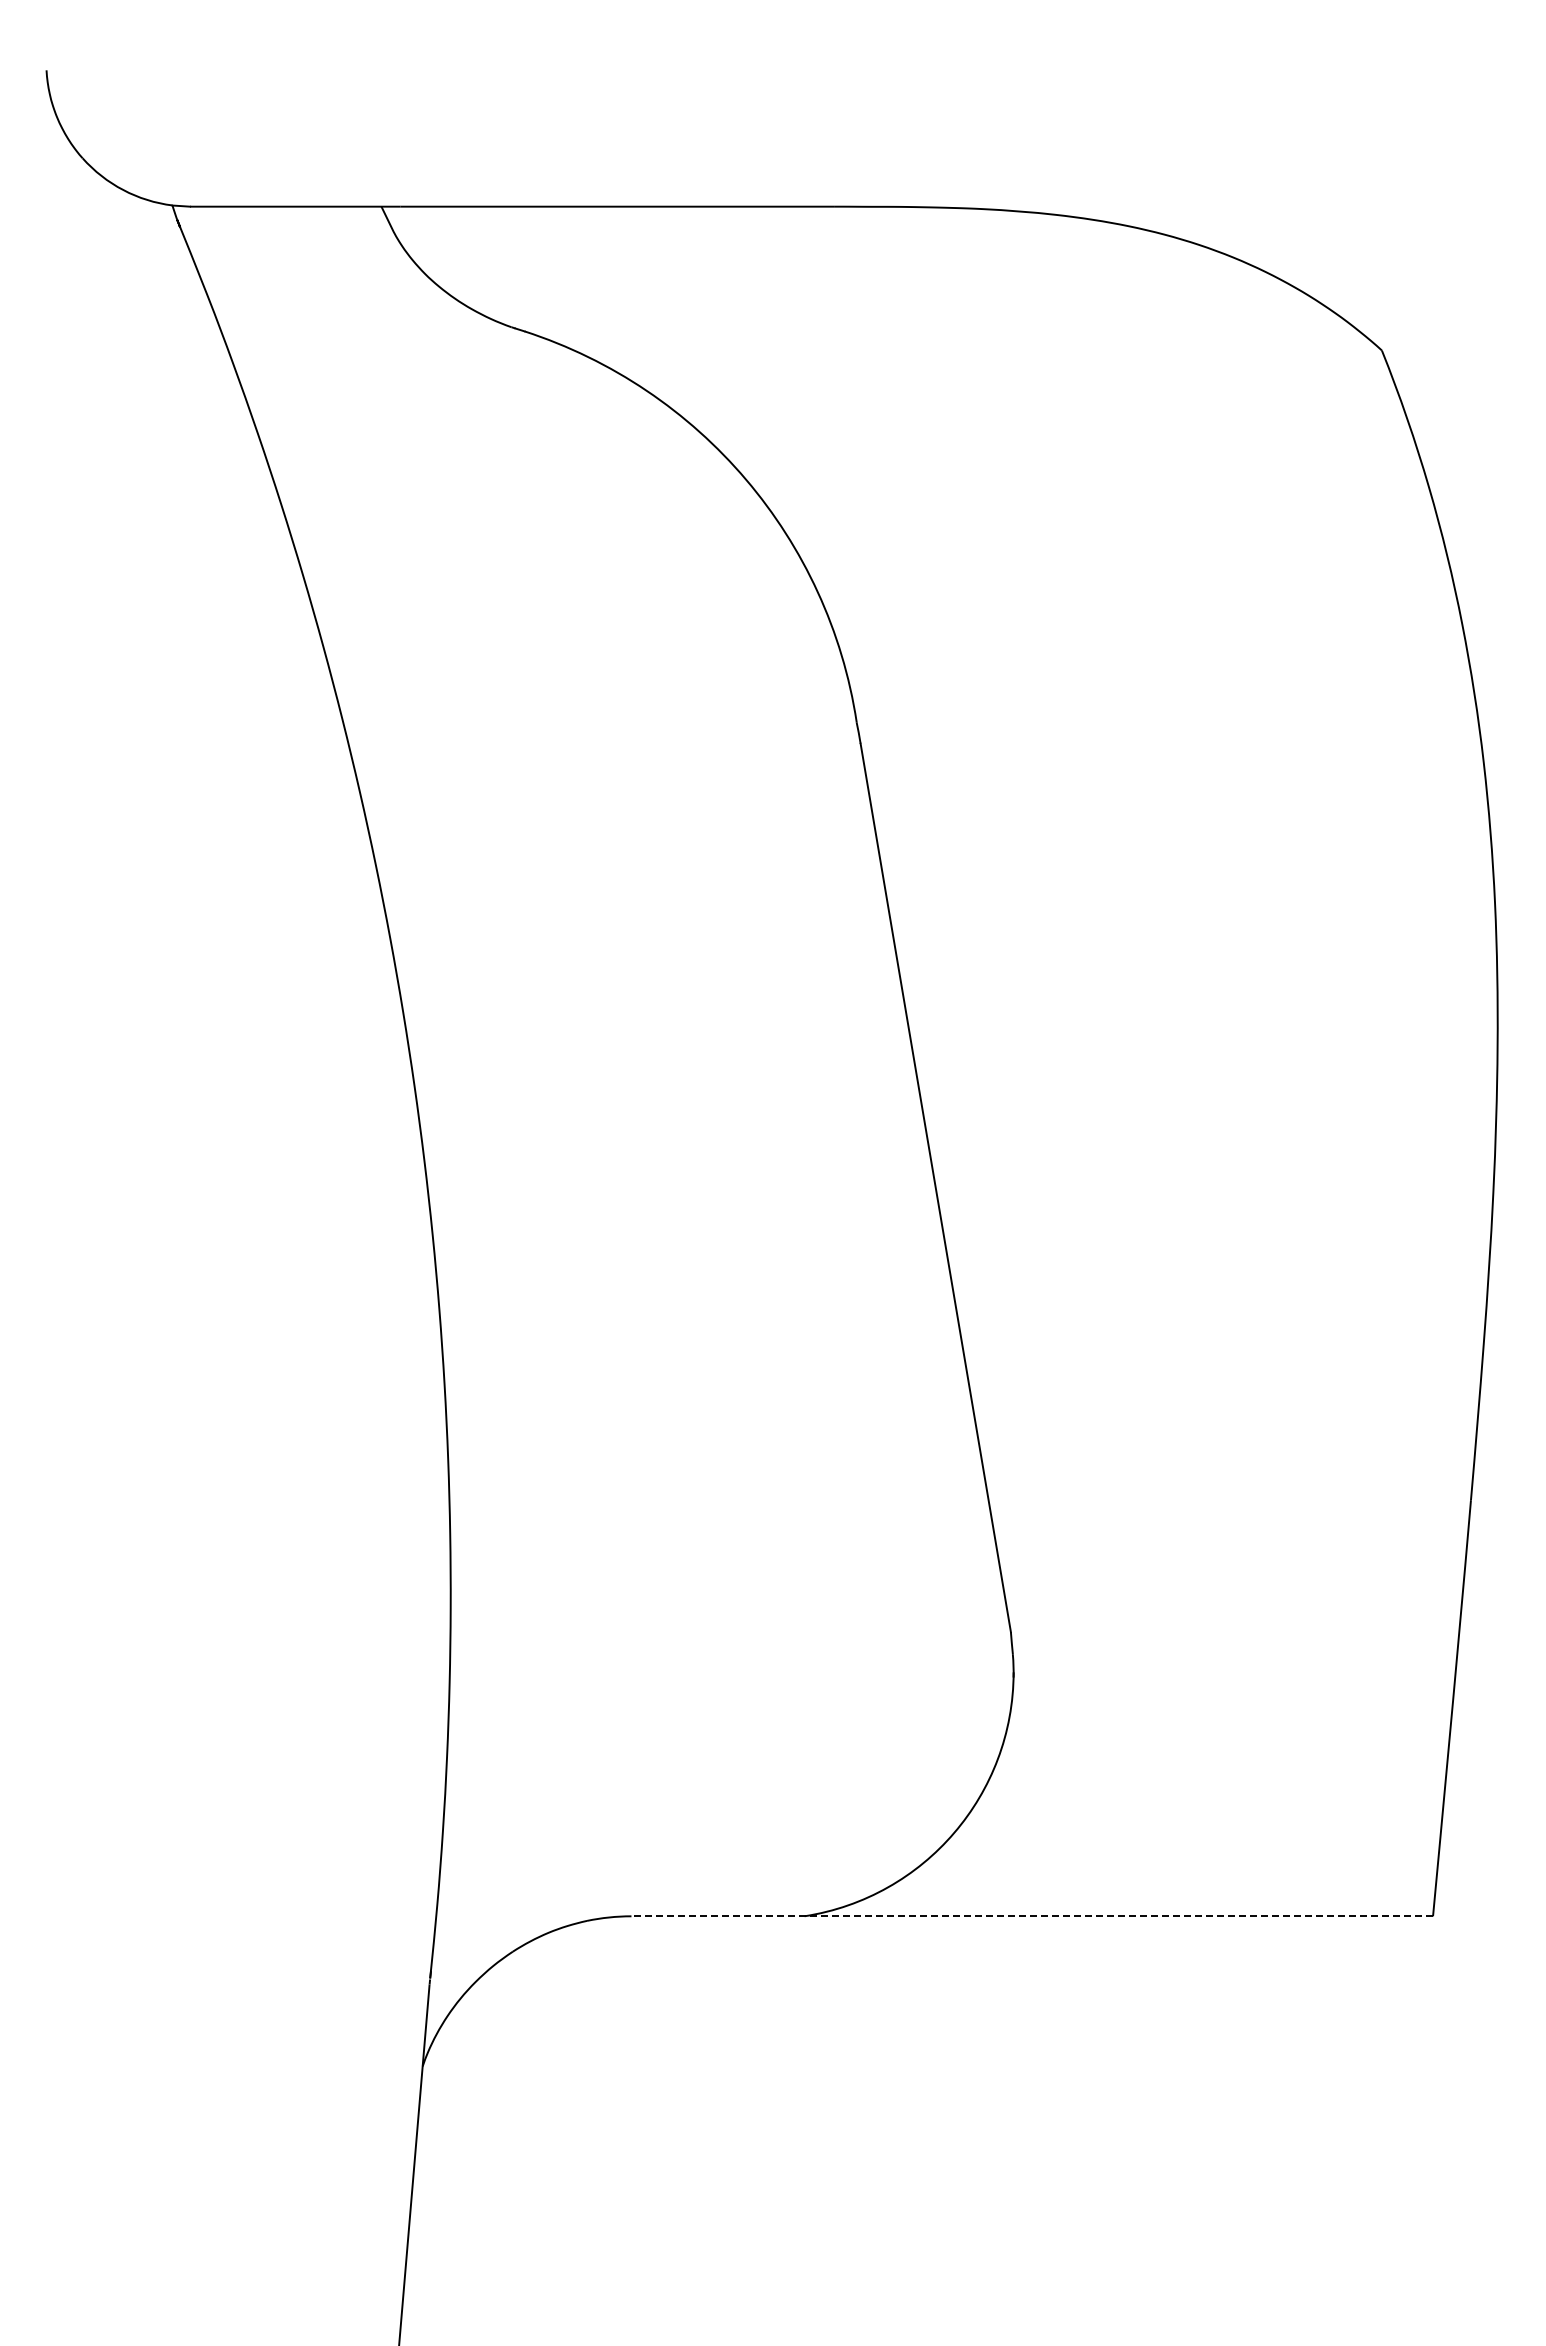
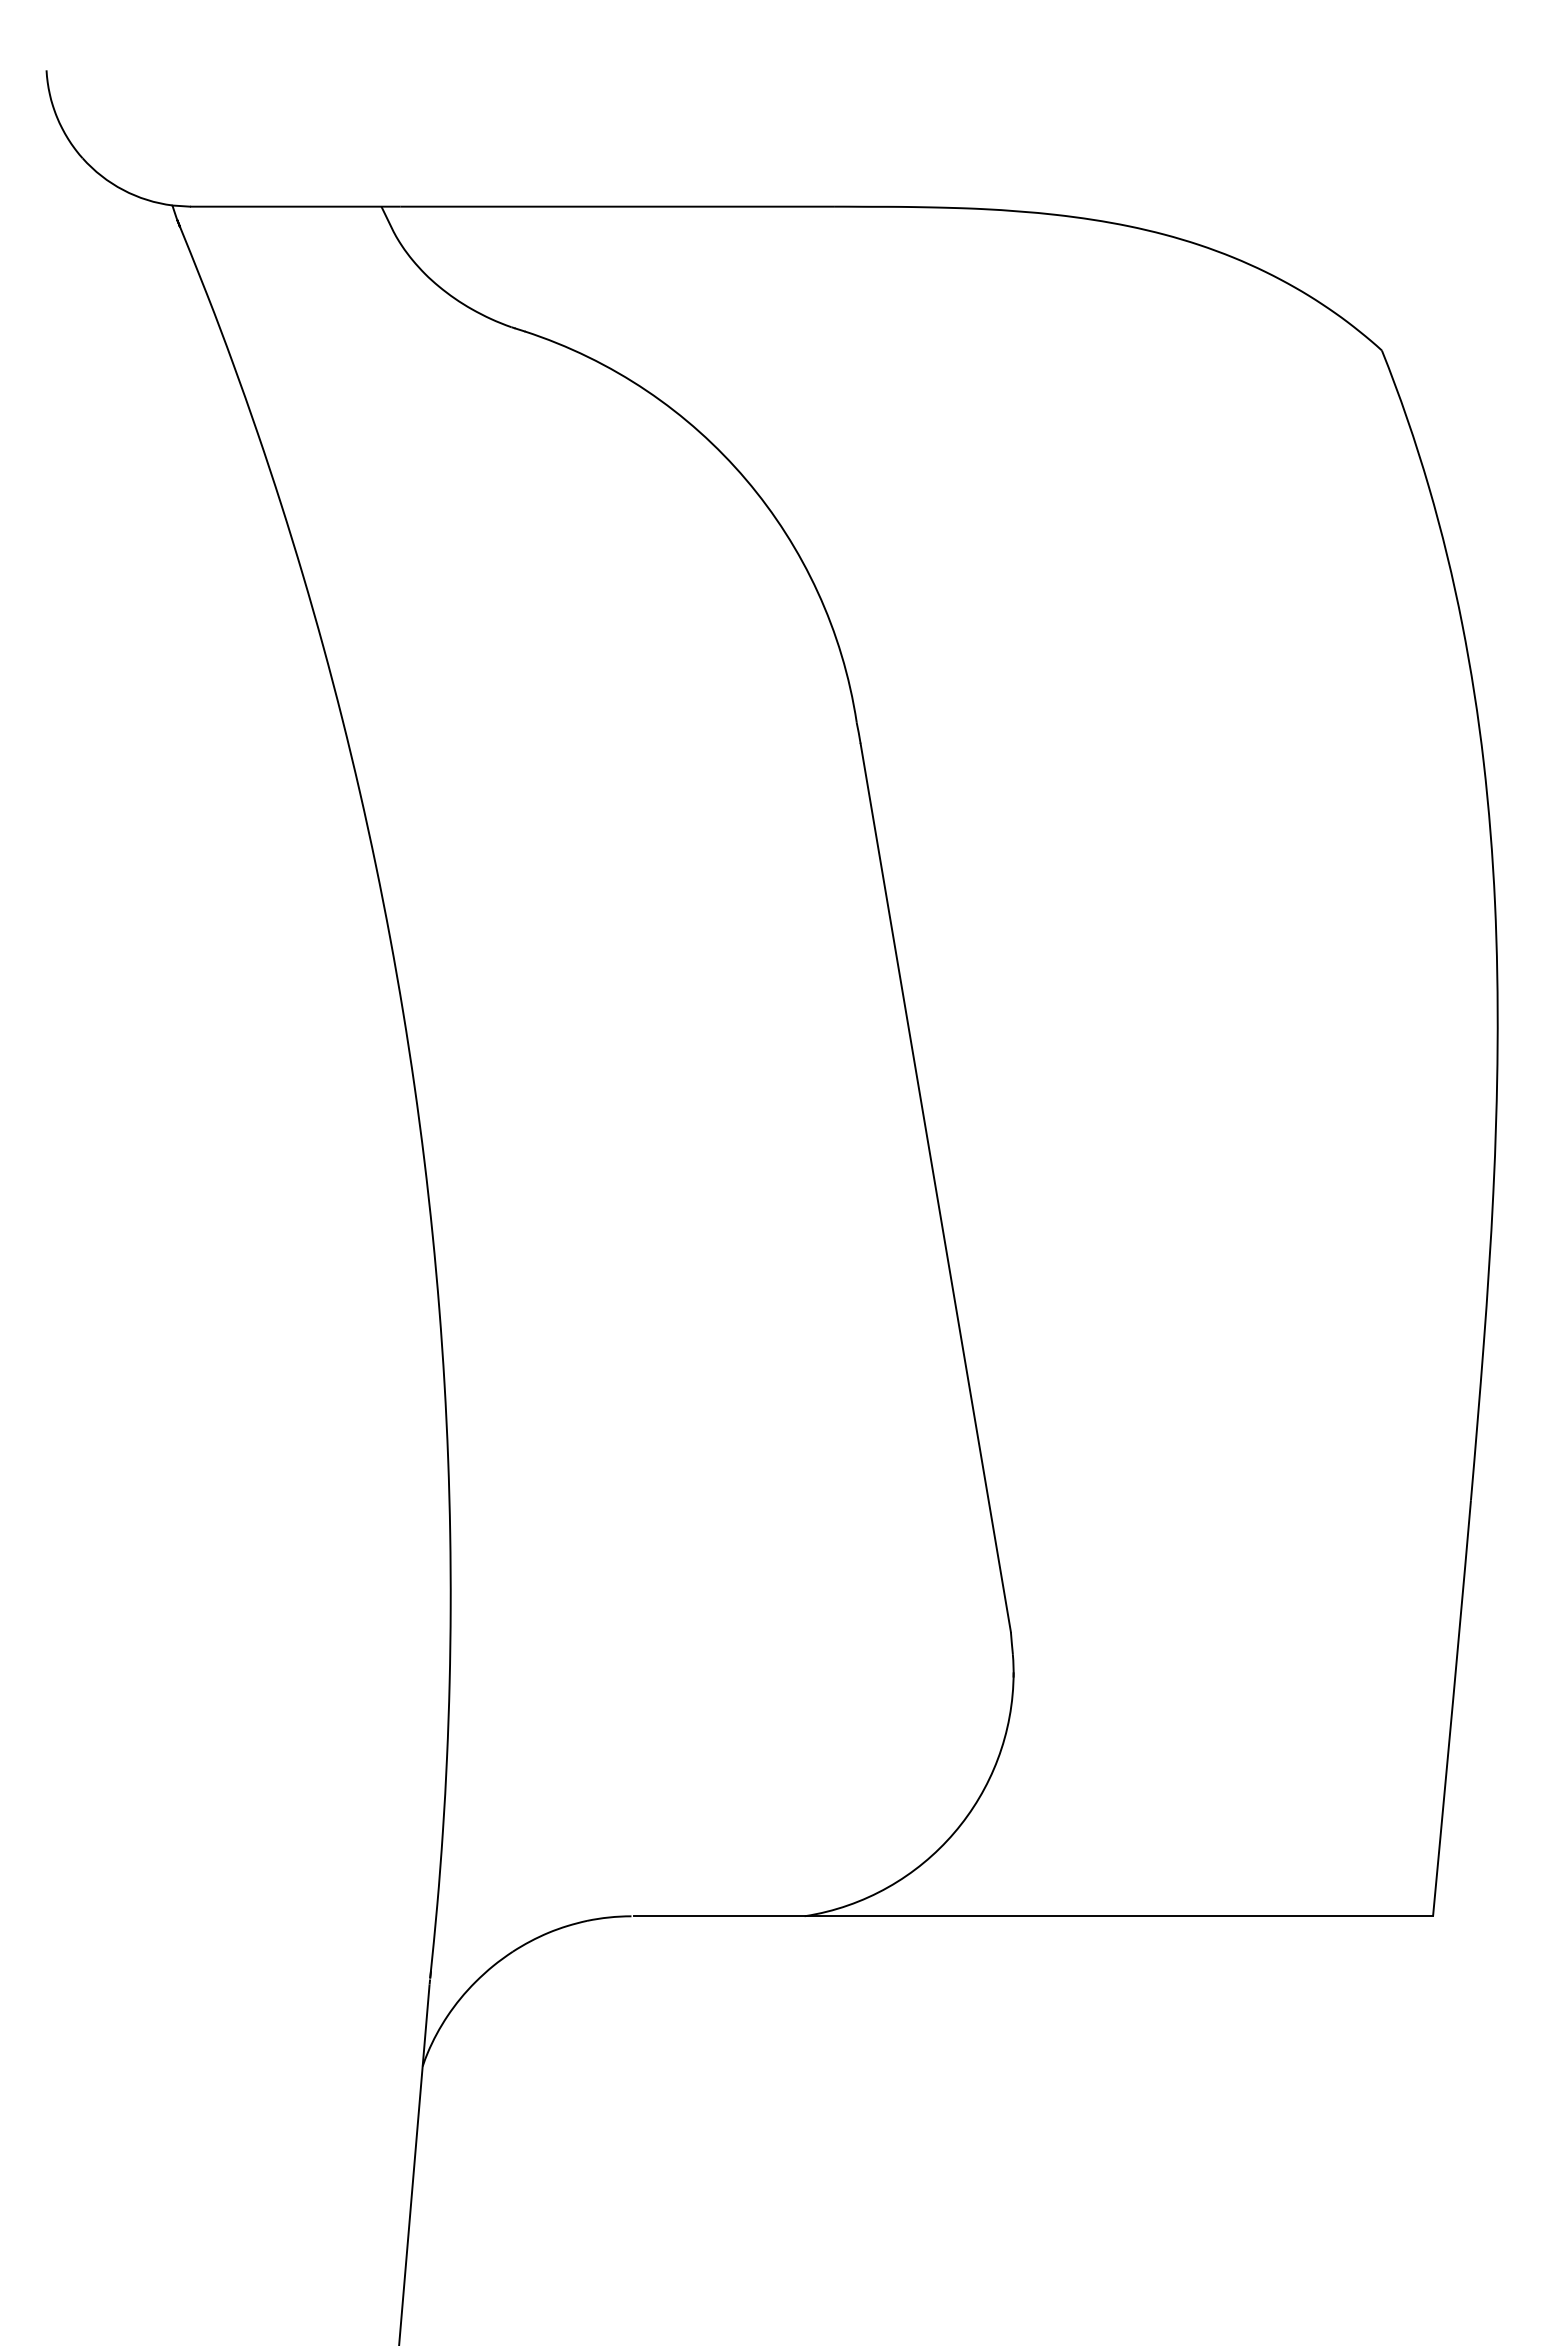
line at (1033, 1916): dashed -> solid
